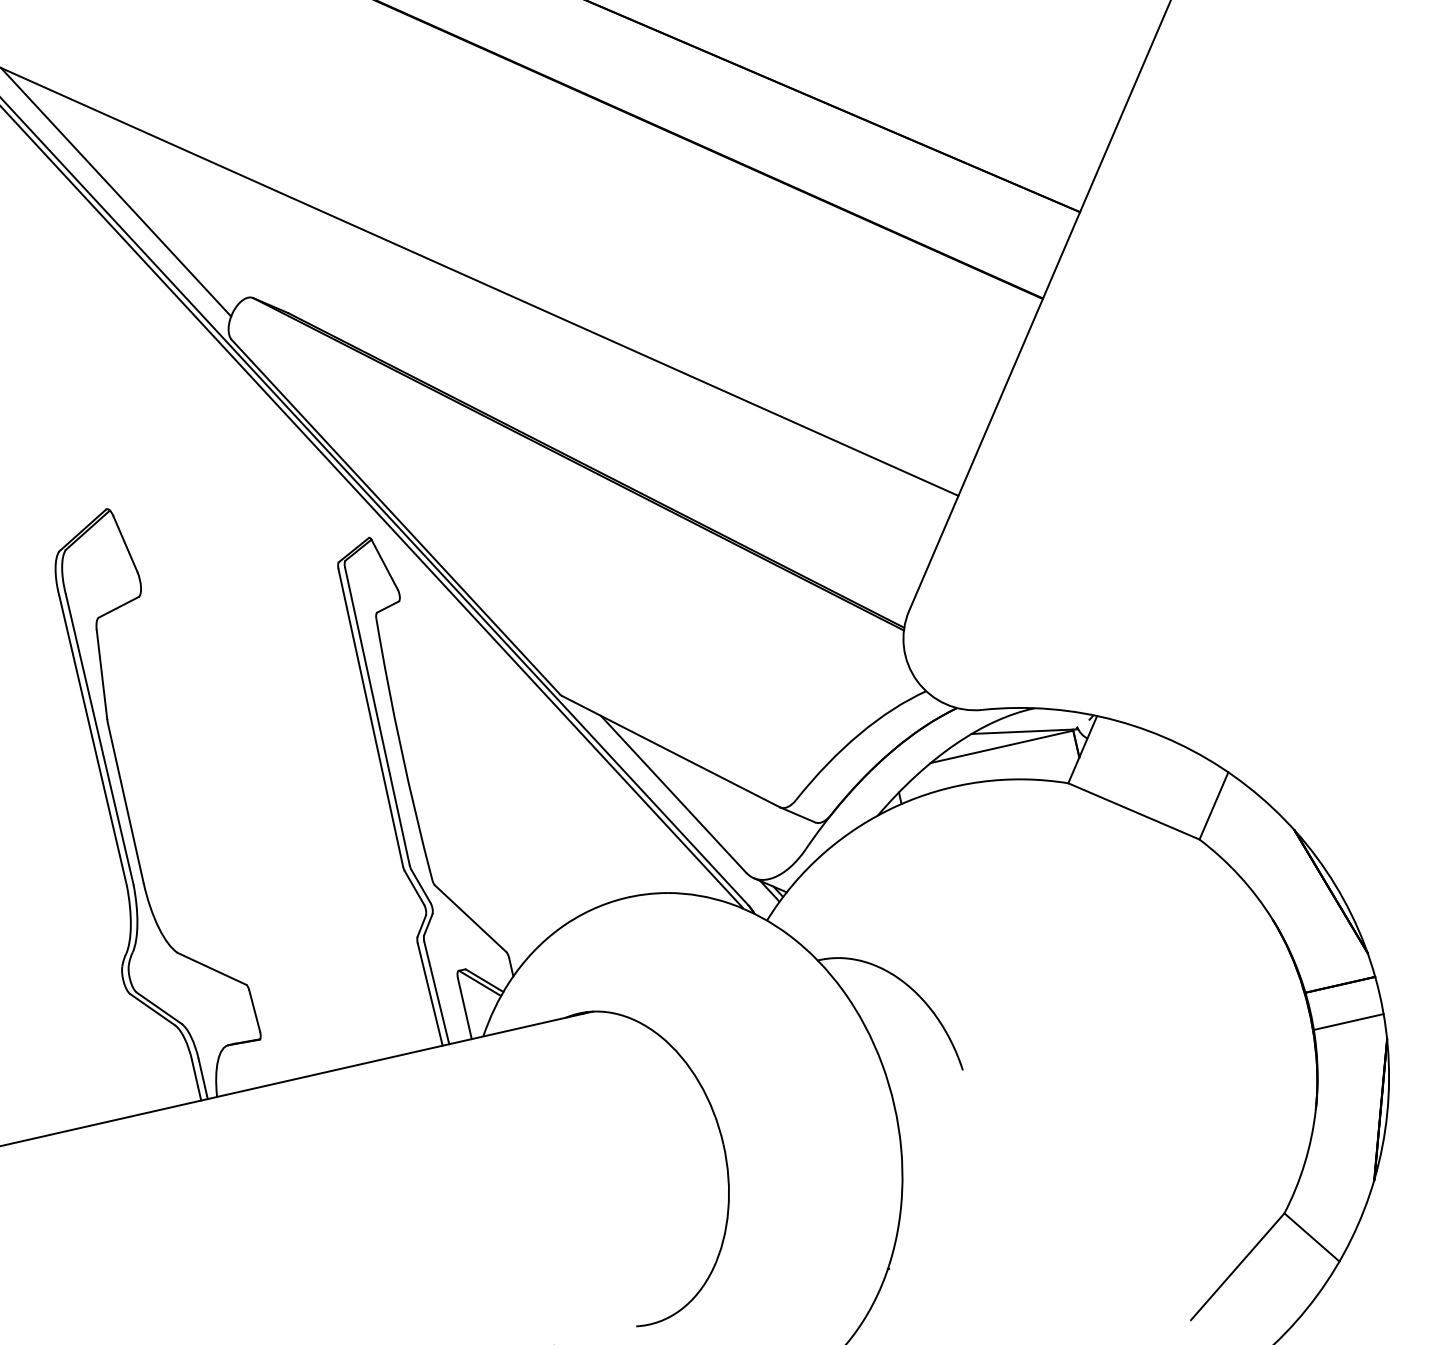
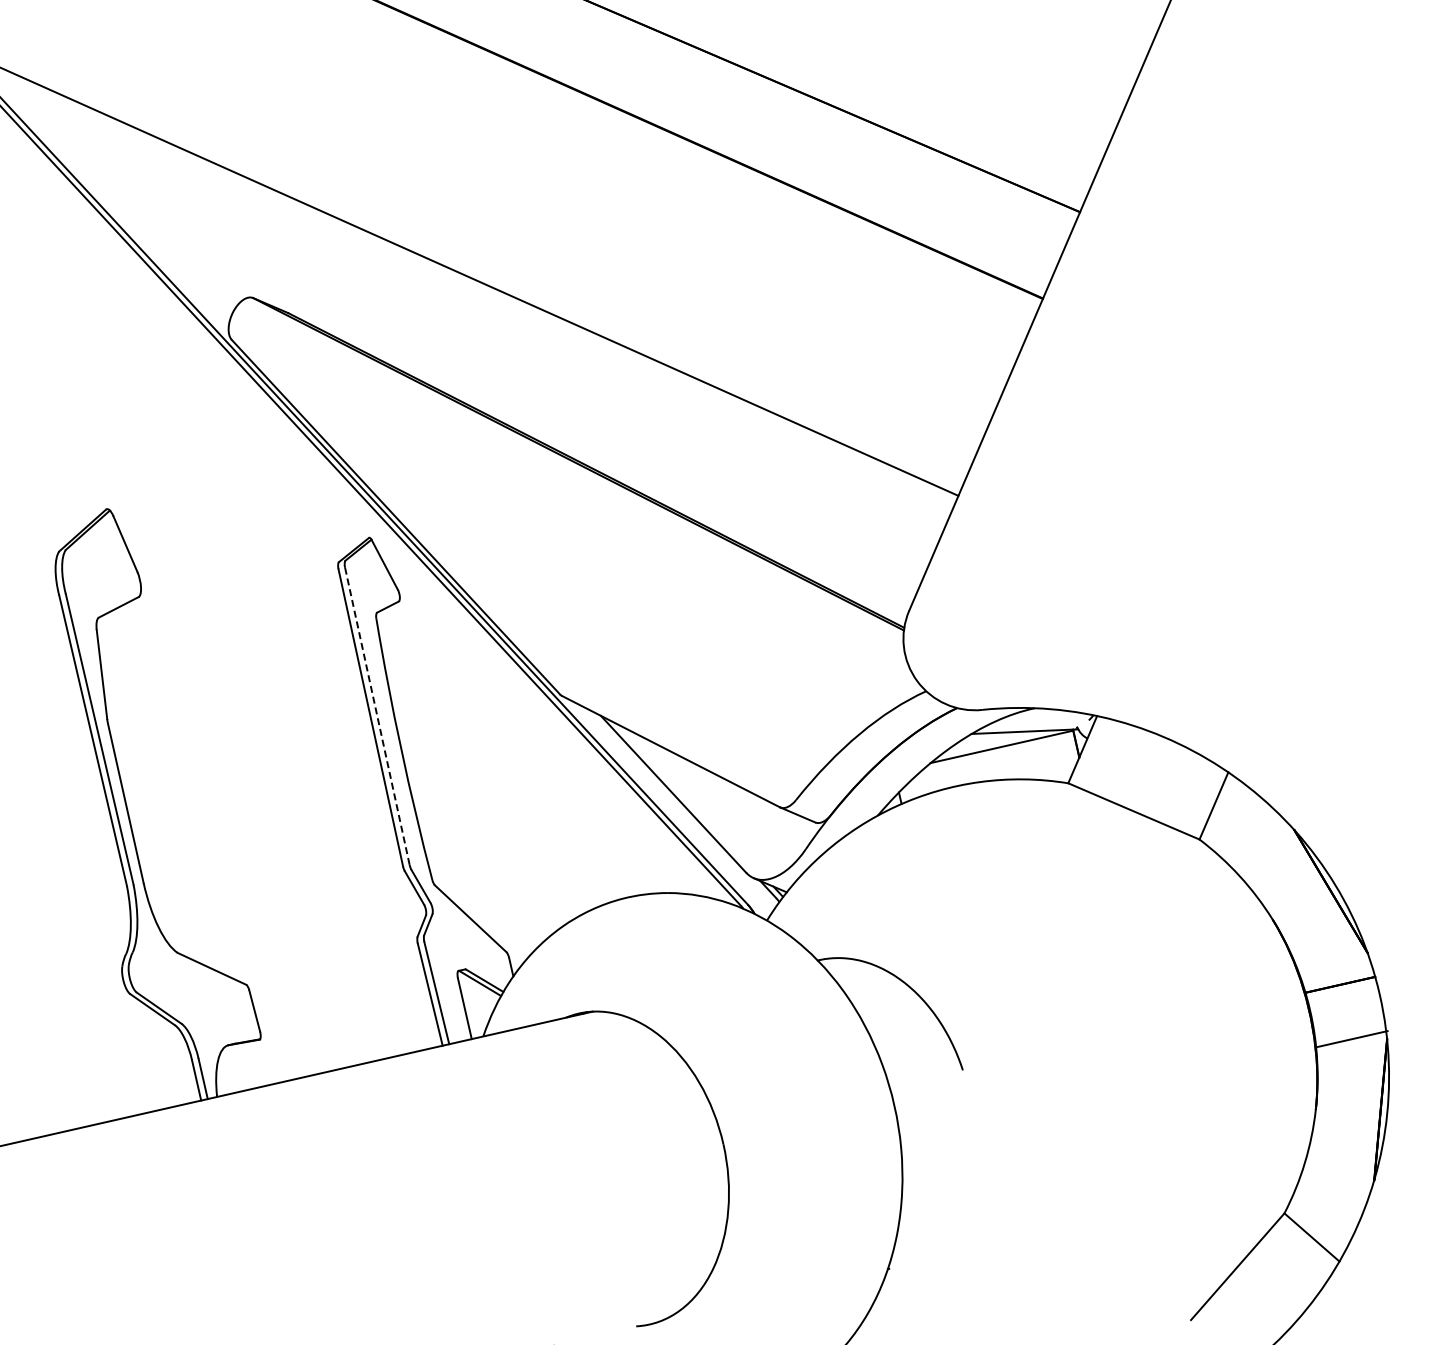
line at (116, 192): present -> none
line at (377, 716): solid -> dashed
line at (1348, 1021) position: (1348, 1021) -> (1352, 1038)
